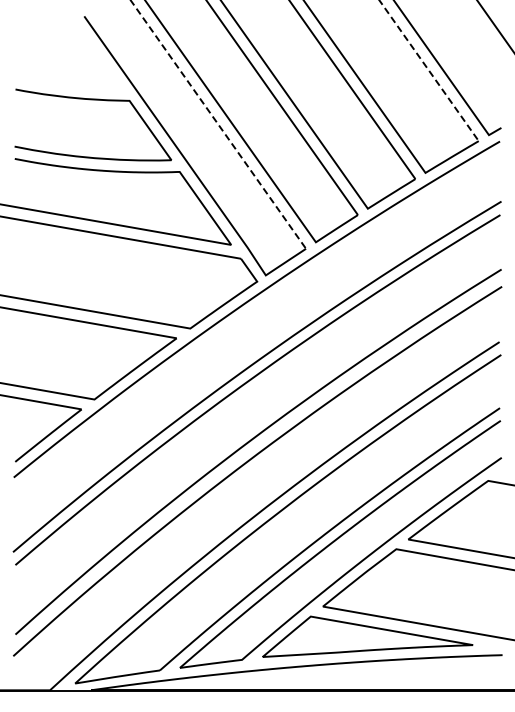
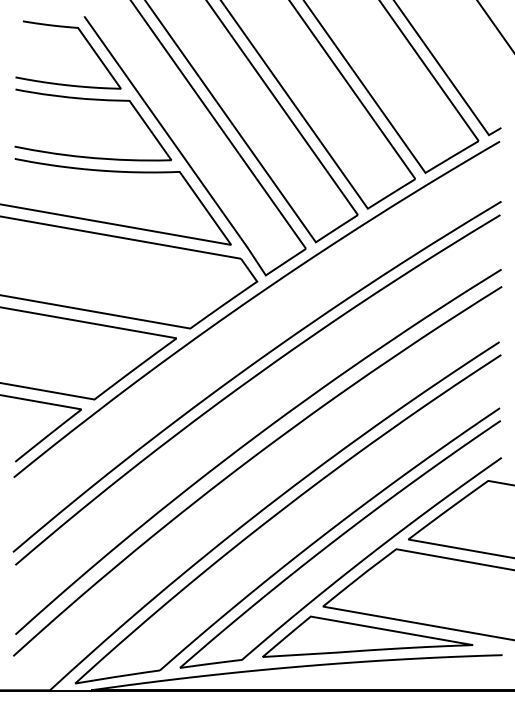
curve at (87, 43): none -> present
line at (429, 70): dashed -> solid
line at (218, 124): dashed -> solid
